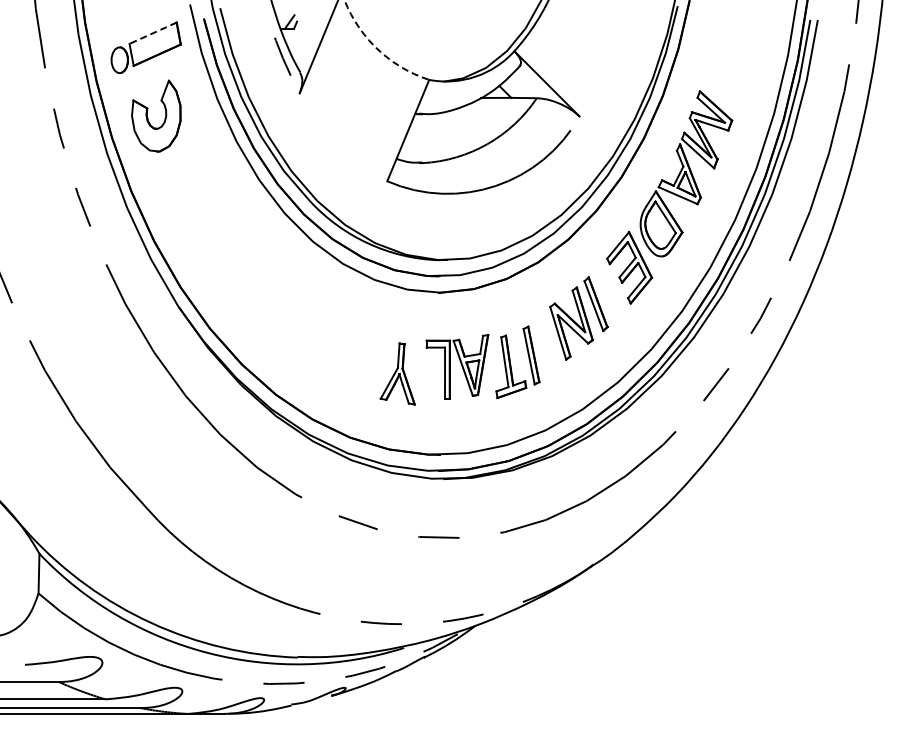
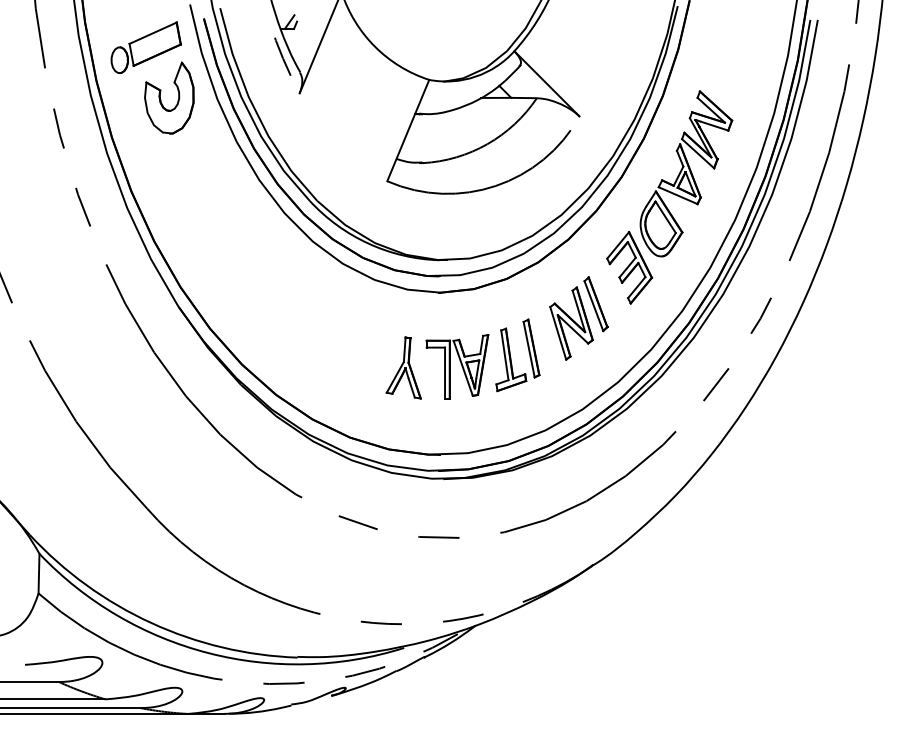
line at (153, 33): dashed -> solid
arc at (378, 49): dashed -> solid
part at (148, 117) position: (148, 117) -> (161, 99)
part at (511, 364) position: (511, 364) -> (511, 357)
part at (397, 373) position: (397, 373) -> (403, 367)
